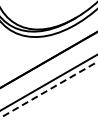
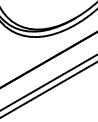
line at (48, 89): dashed -> solid
